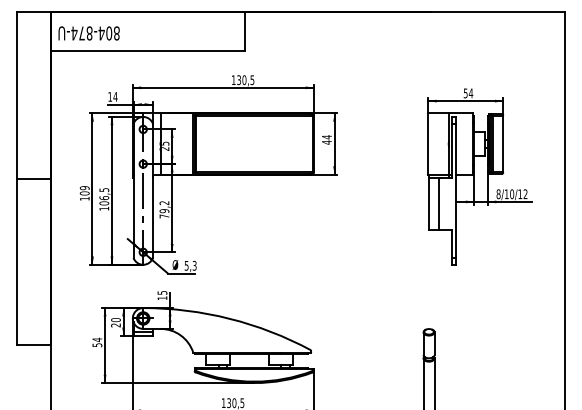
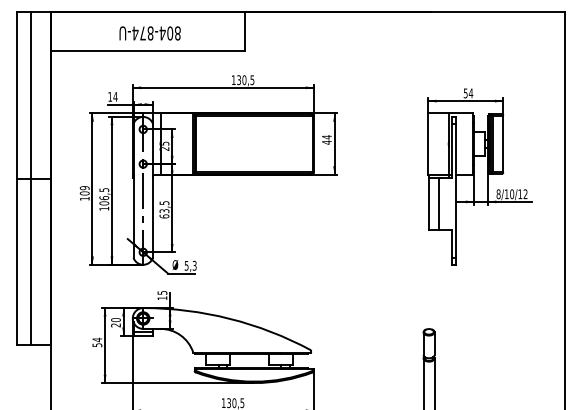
text at (88, 33) position: (88, 33) -> (149, 33)
line at (31, 178): none -> present
text at (164, 209): 79,2 -> 63,5
